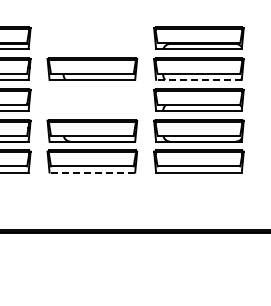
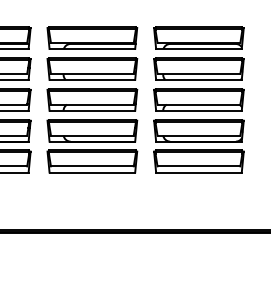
part at (92, 37): none -> present
line at (198, 79): dashed -> solid
part at (92, 99): none -> present
line at (92, 172): dashed -> solid
